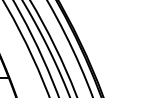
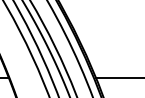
line at (118, 78): none -> present
